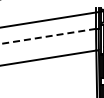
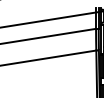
line at (47, 36): dashed -> solid
